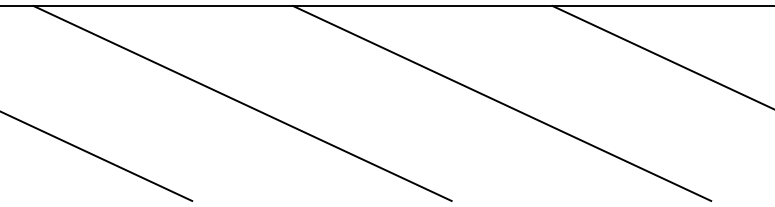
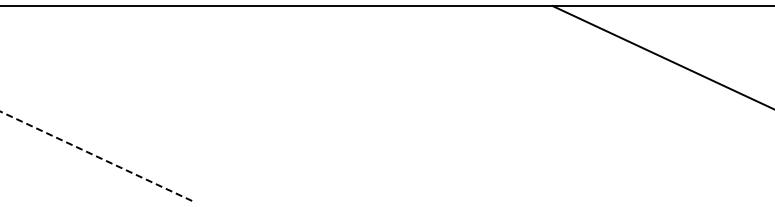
line at (242, 103): present -> none
line at (502, 103): present -> none
line at (96, 156): solid -> dashed
